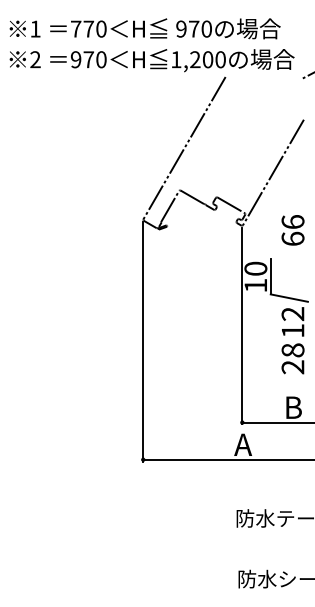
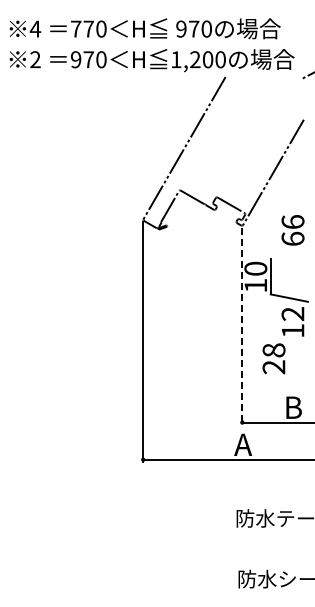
text at (35, 28): 1 -> 4
line at (242, 326): solid -> dashed
text at (292, 358) position: (292, 358) -> (273, 358)
